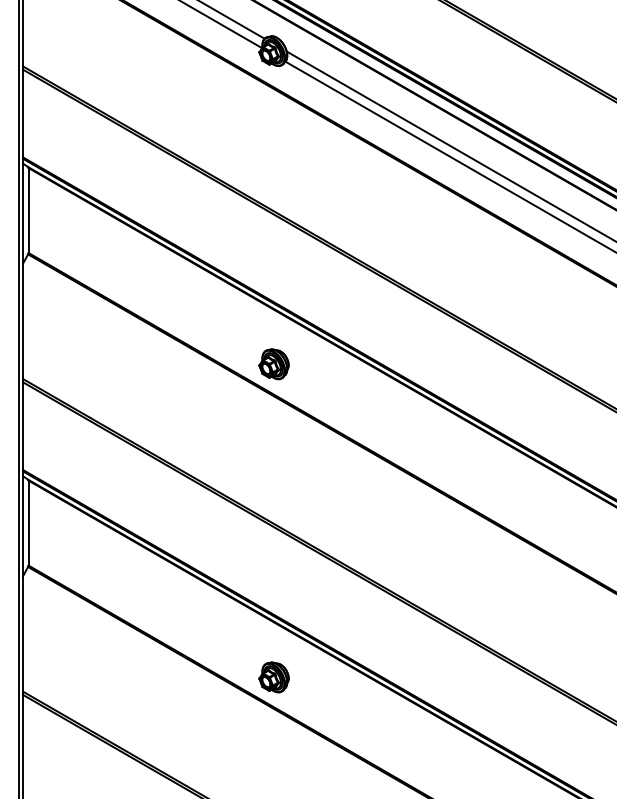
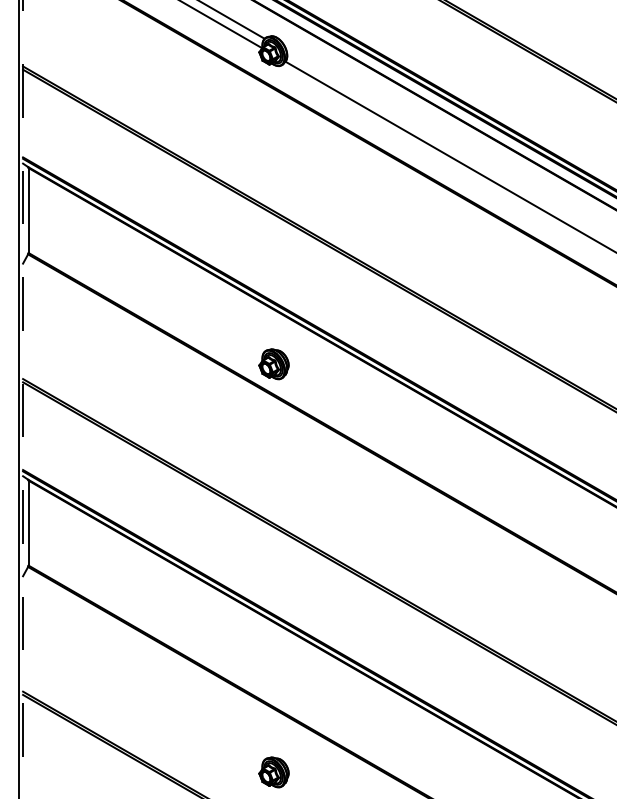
line at (450, 146): present -> none
line at (23, 399): solid -> dashed
part at (273, 677) position: (273, 677) -> (273, 772)
